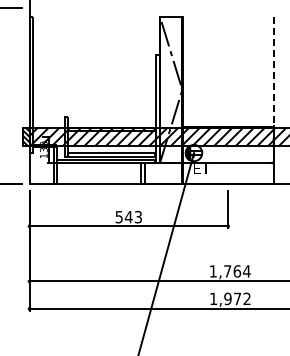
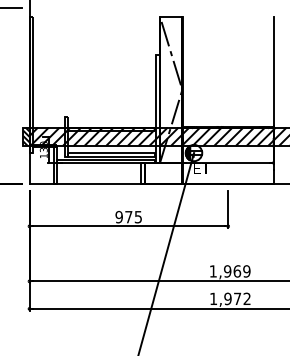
line at (273, 72): dashed -> solid
text at (128, 216): 543 -> 975
text at (237, 271): 1,764 -> 1,969
